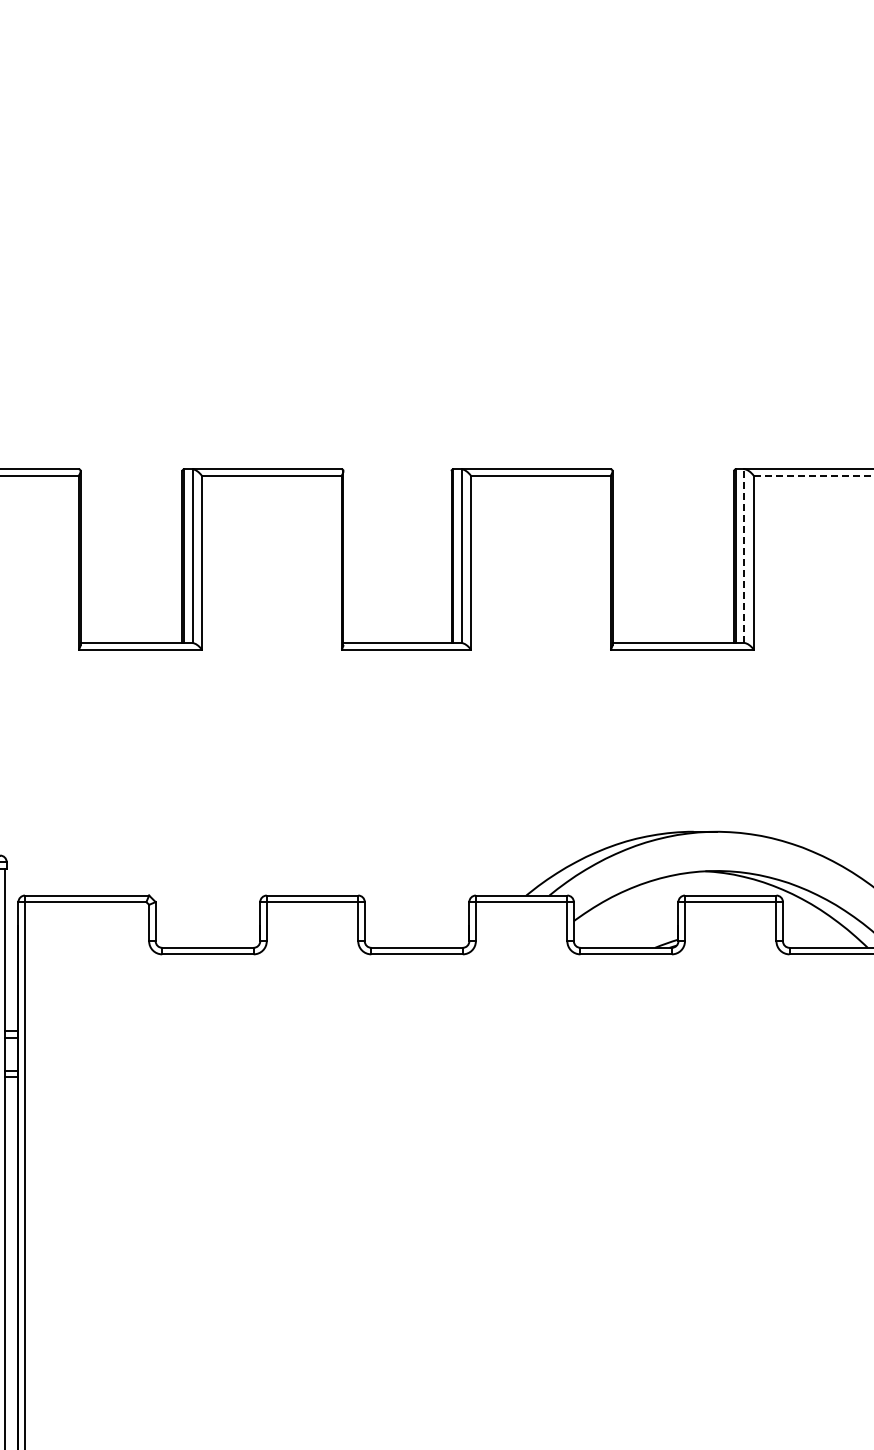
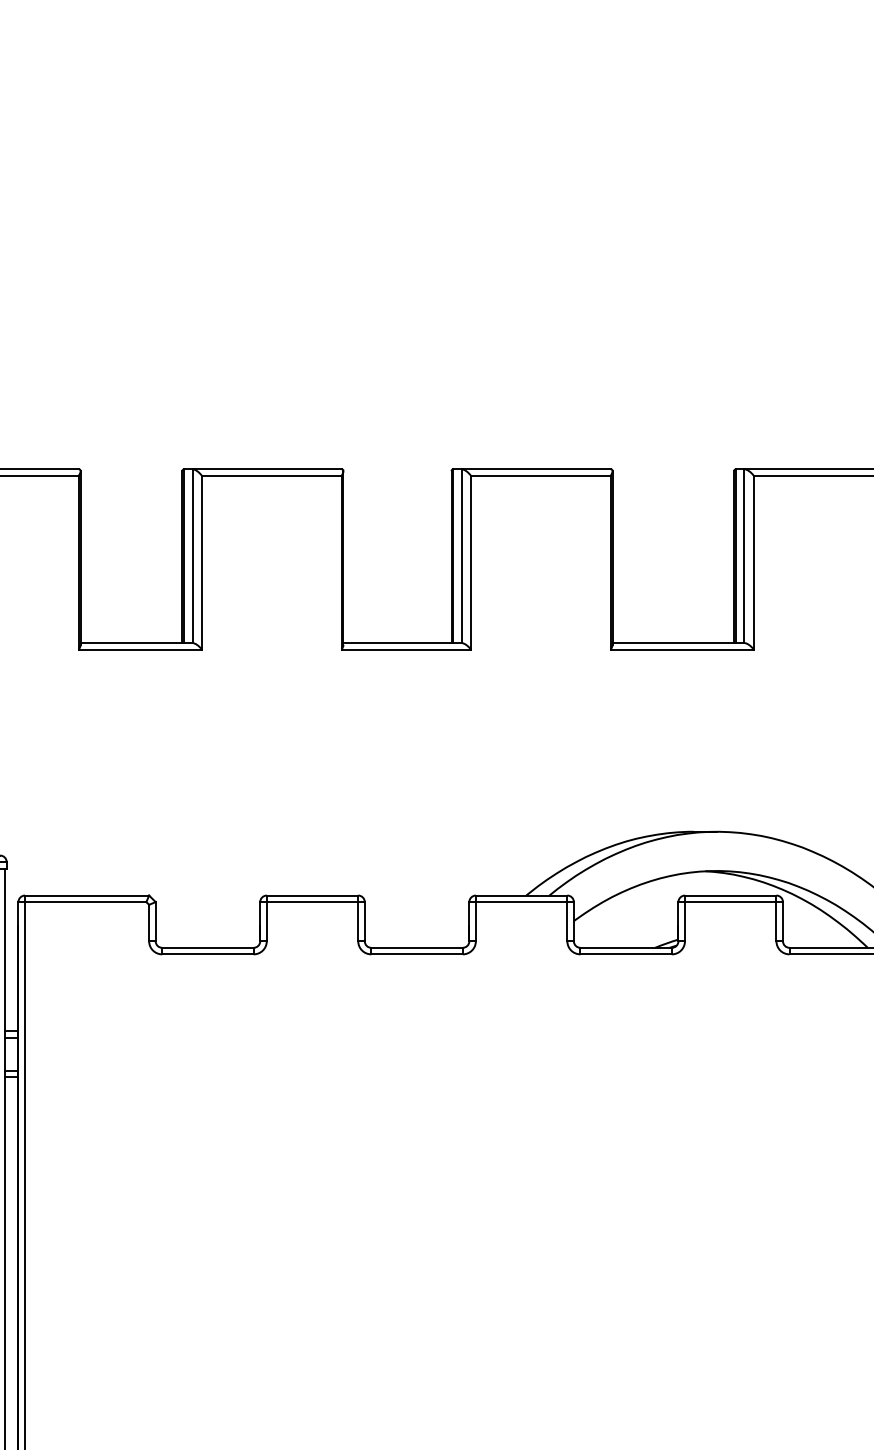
line at (813, 475): dashed -> solid
line at (744, 556): dashed -> solid
